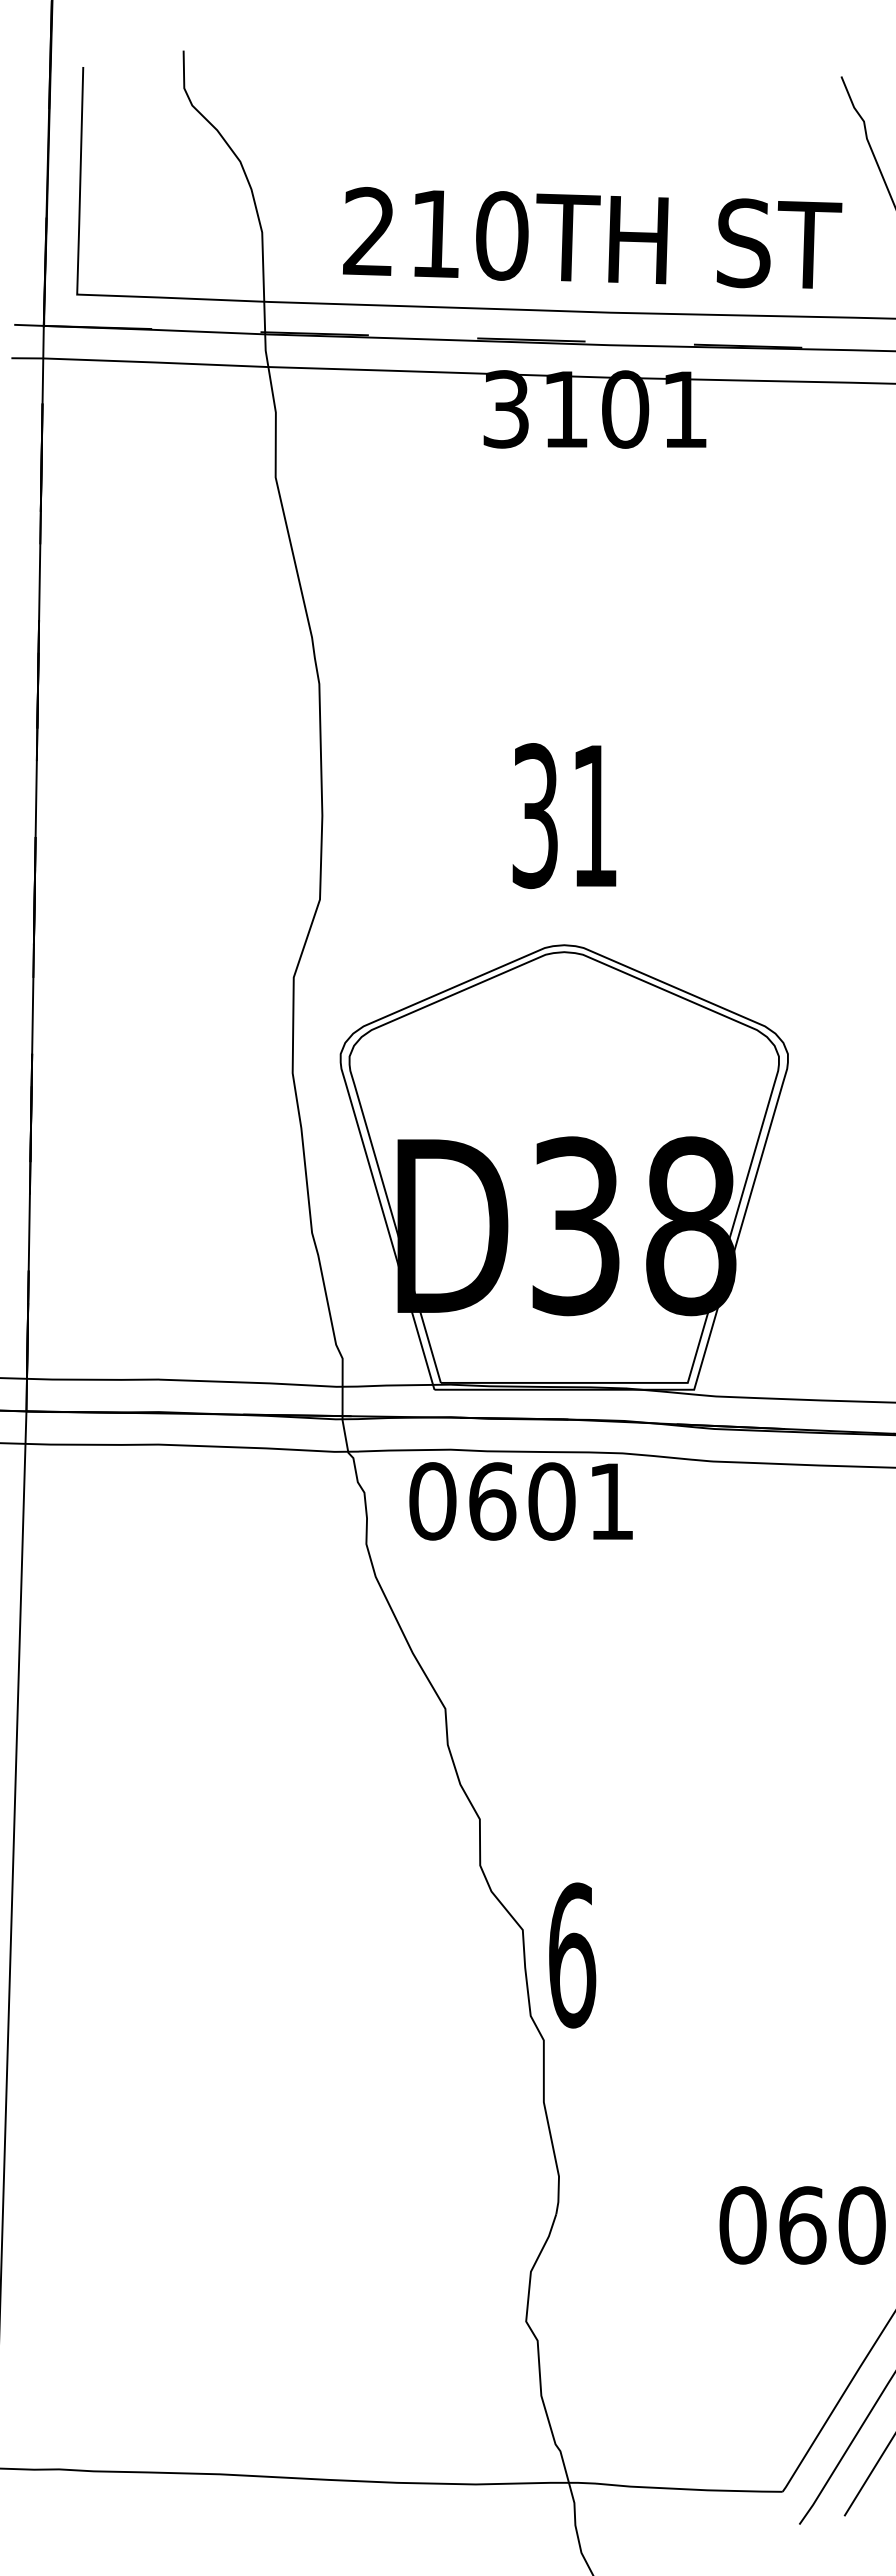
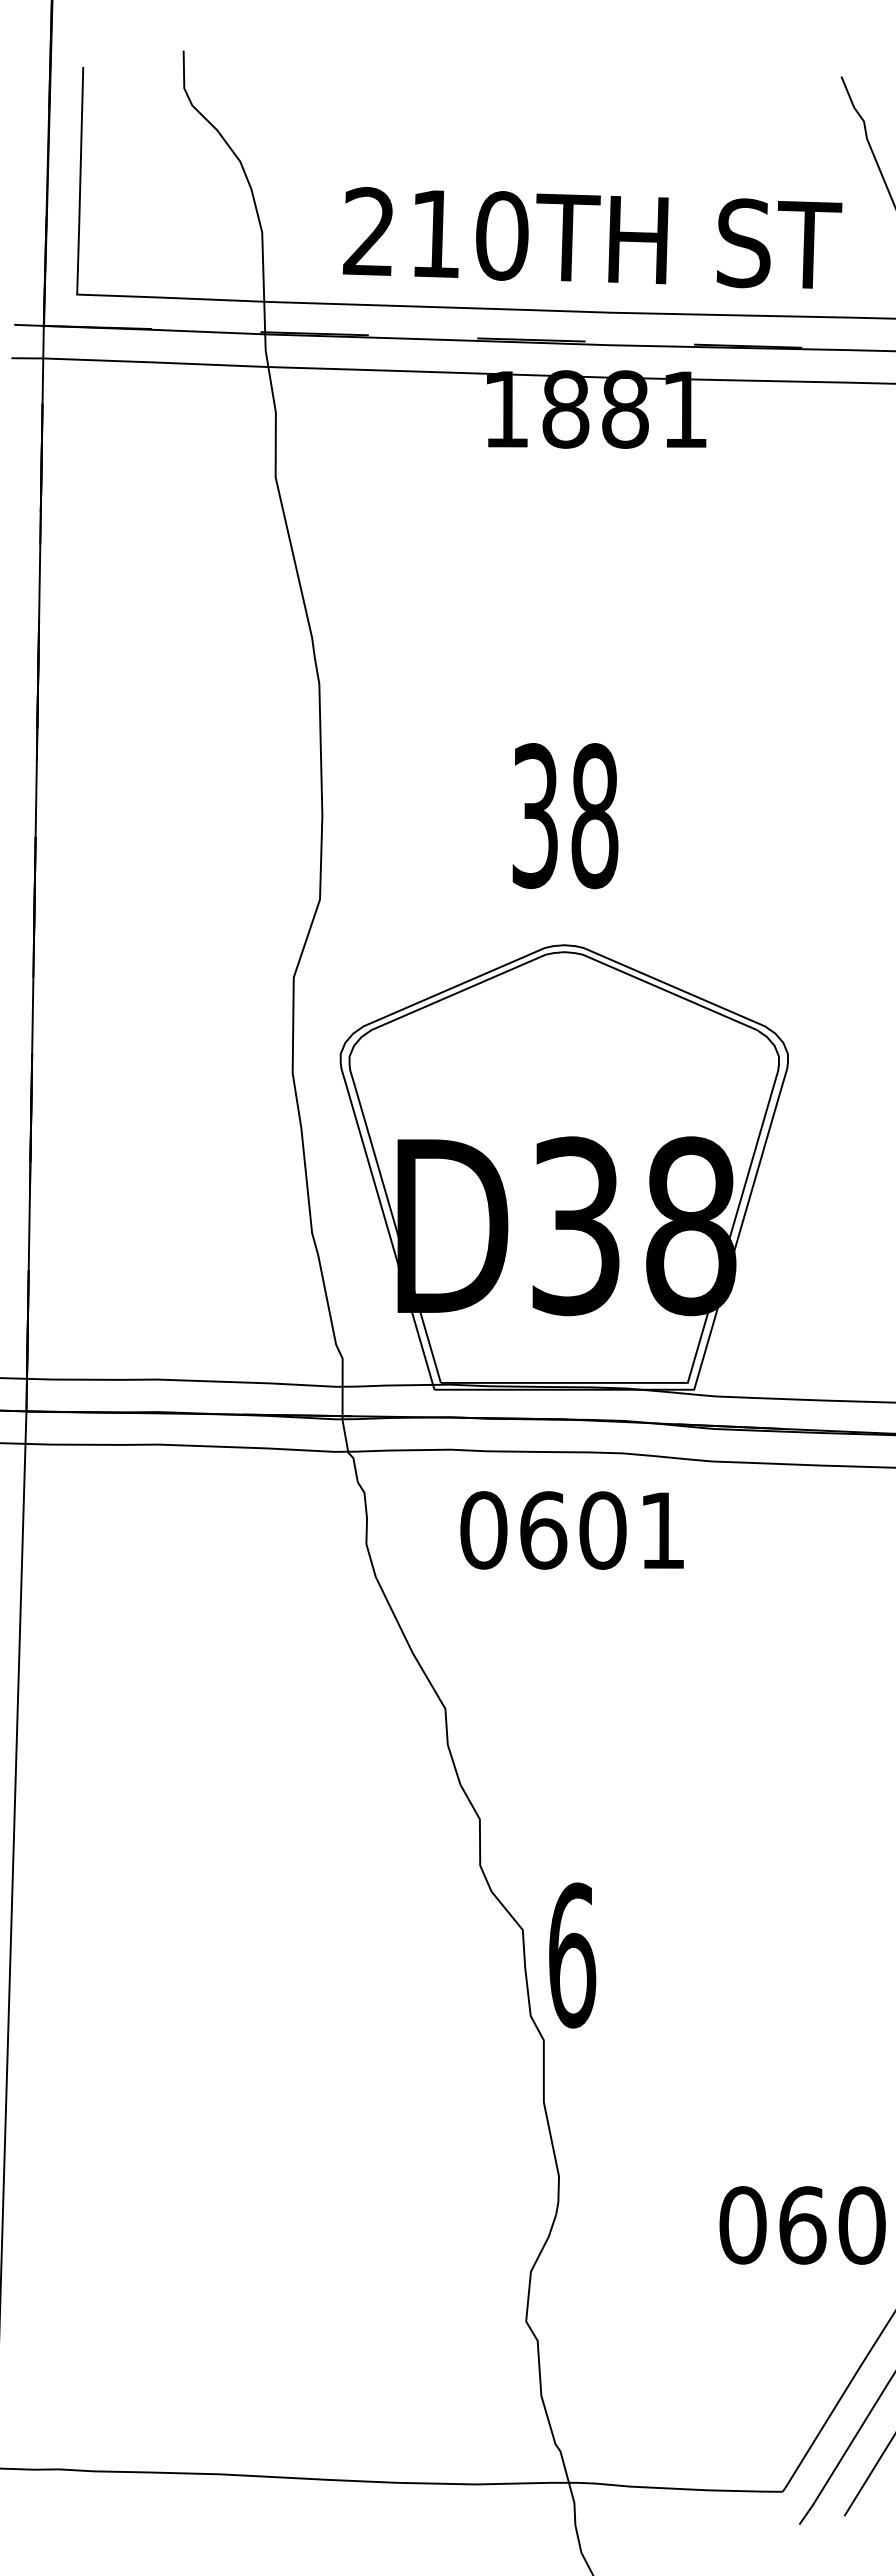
text at (566, 409): 3101 -> 1881
text at (594, 816): 31 -> 38
text at (520, 1501) position: (520, 1501) -> (571, 1530)
